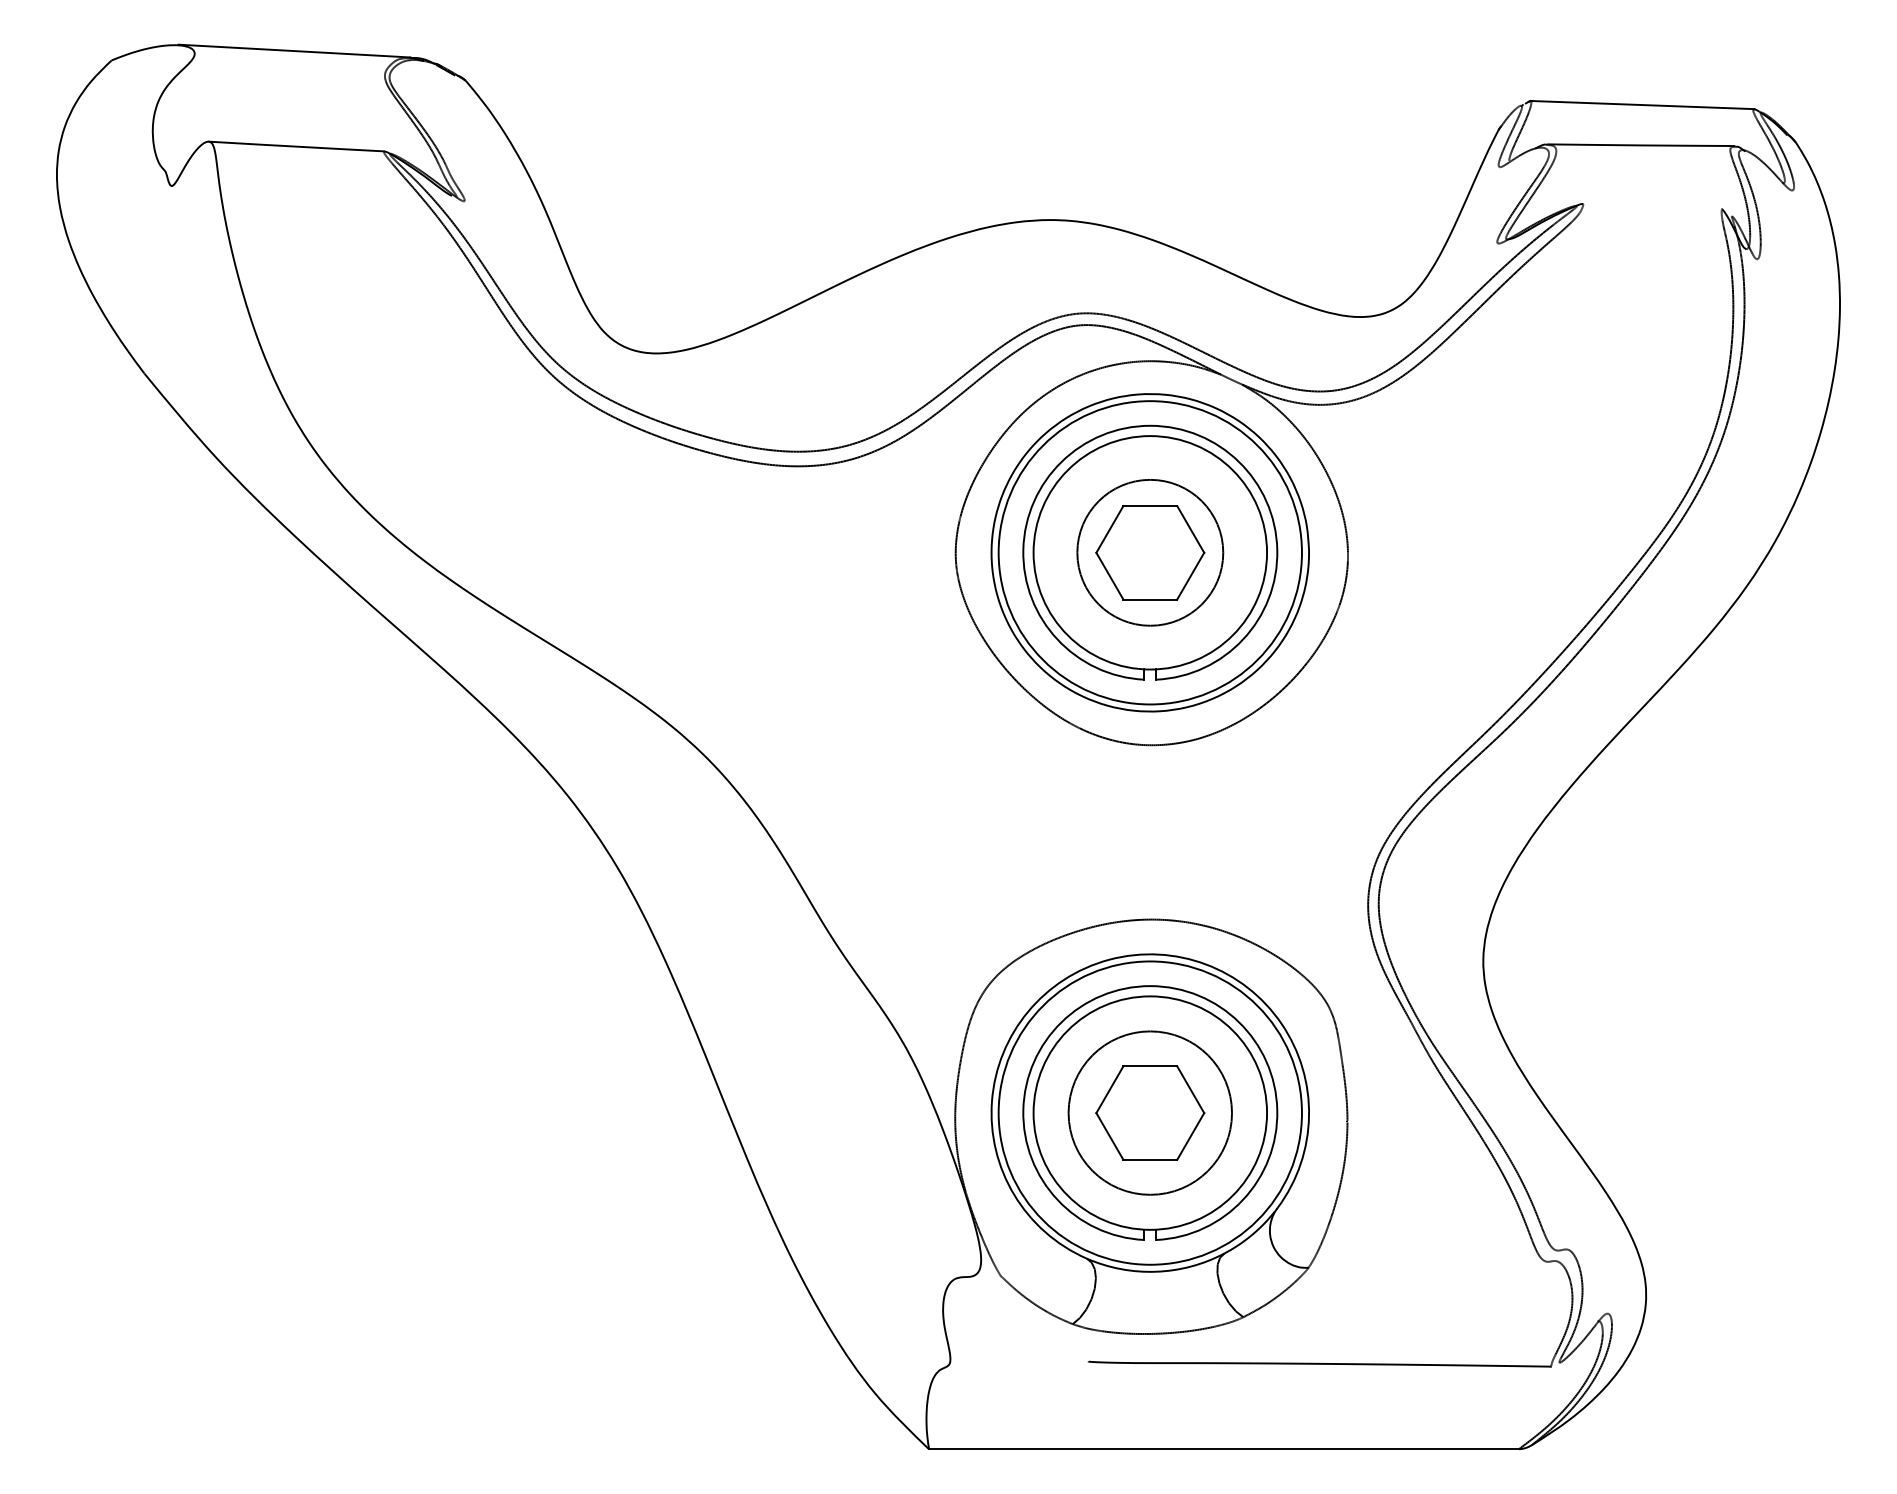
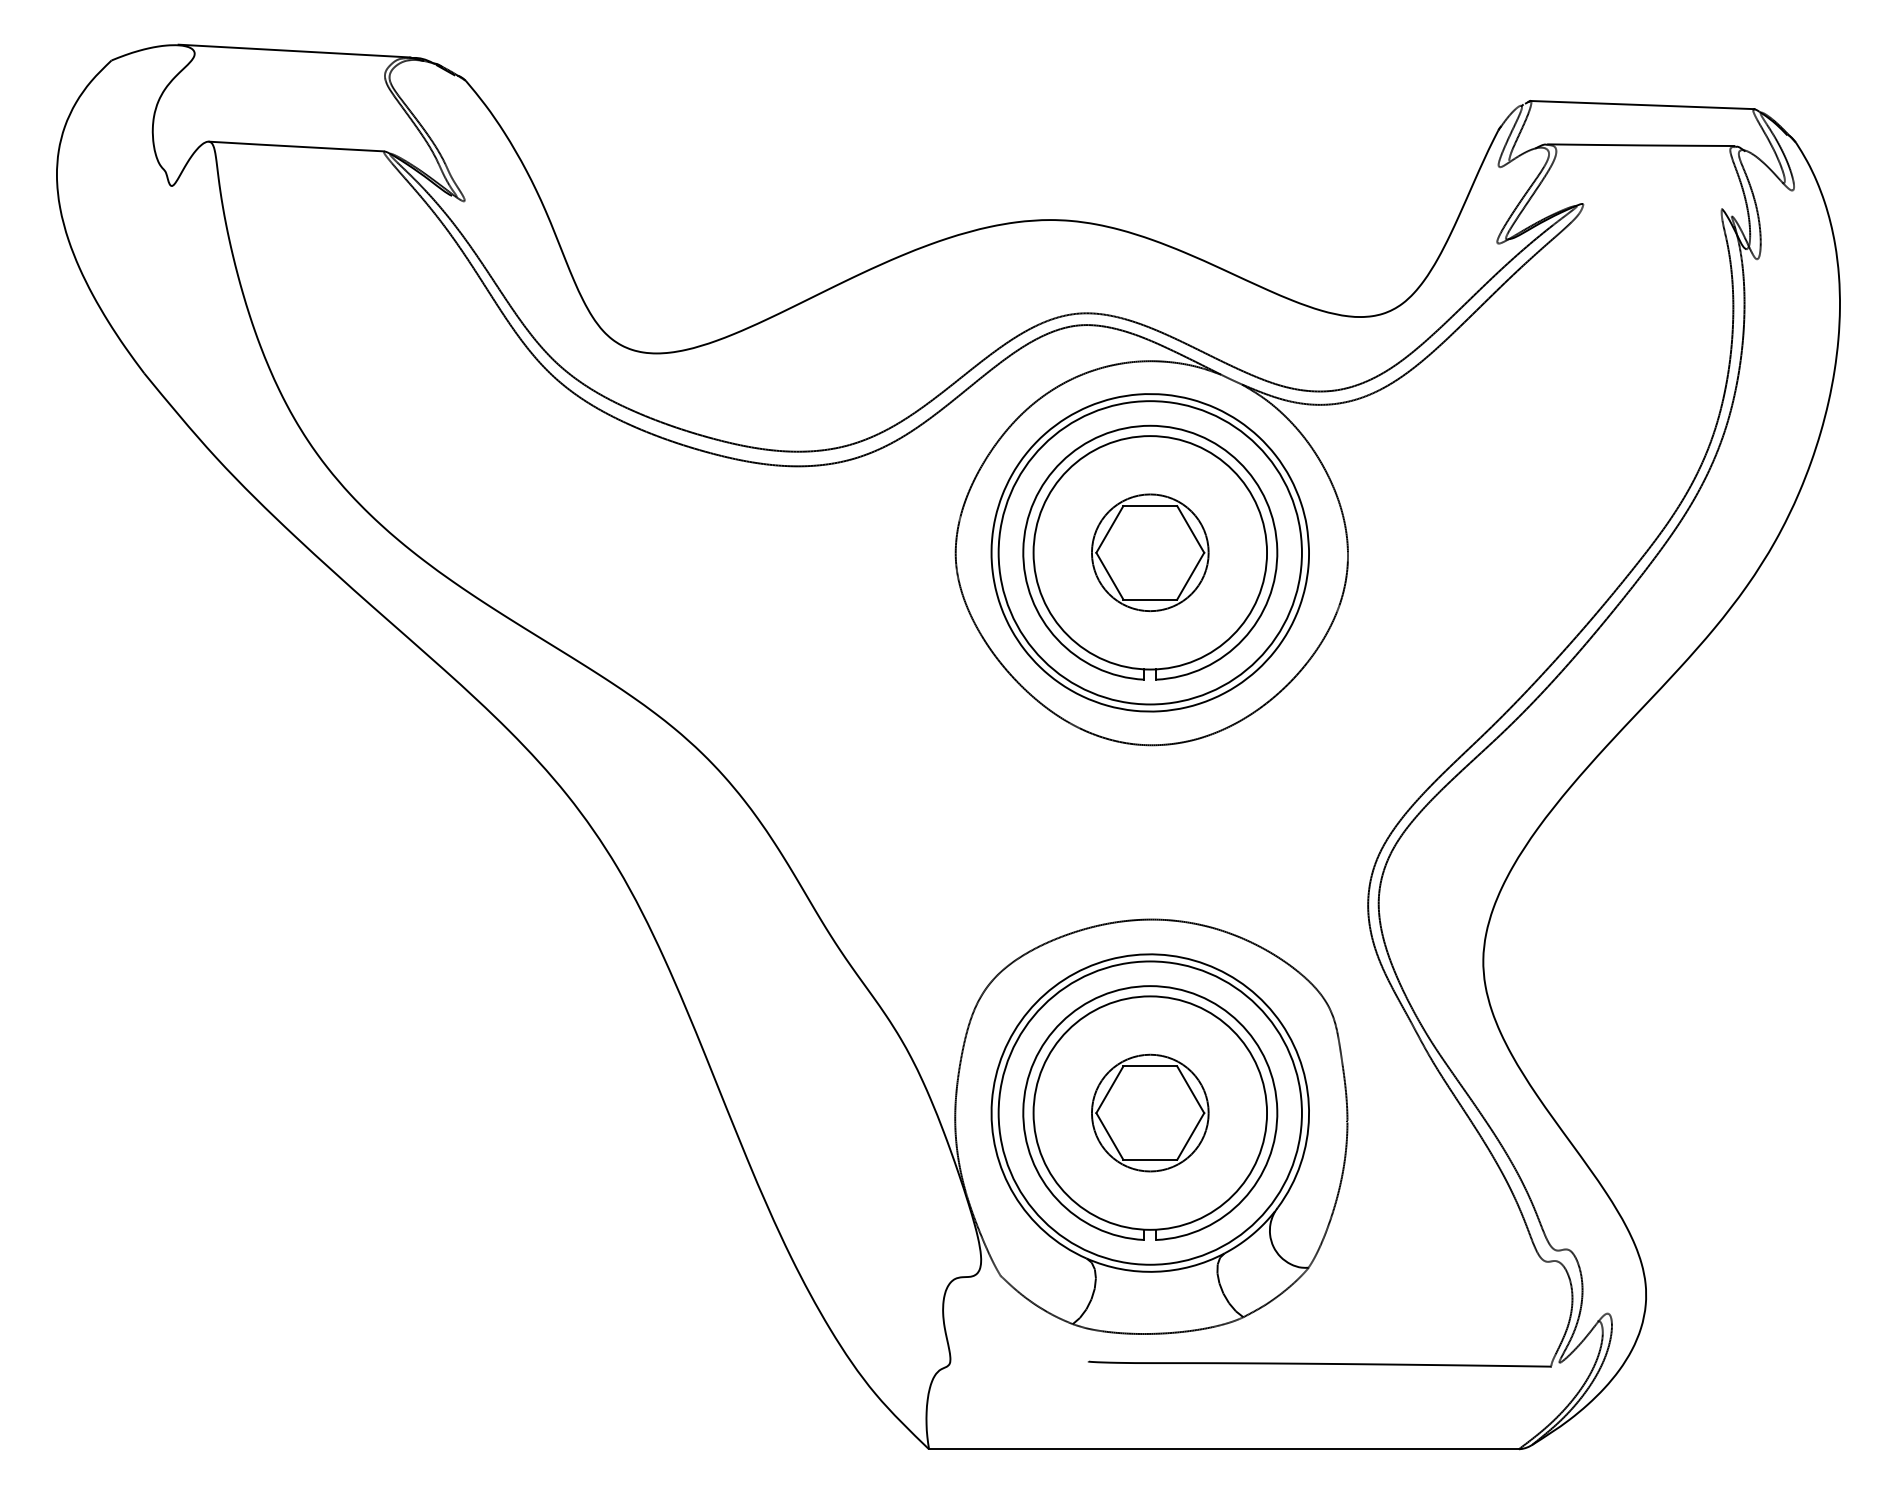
circle at (1150, 552) diameter: 146 px -> 117 px
circle at (1150, 1112) diameter: 163 px -> 117 px
